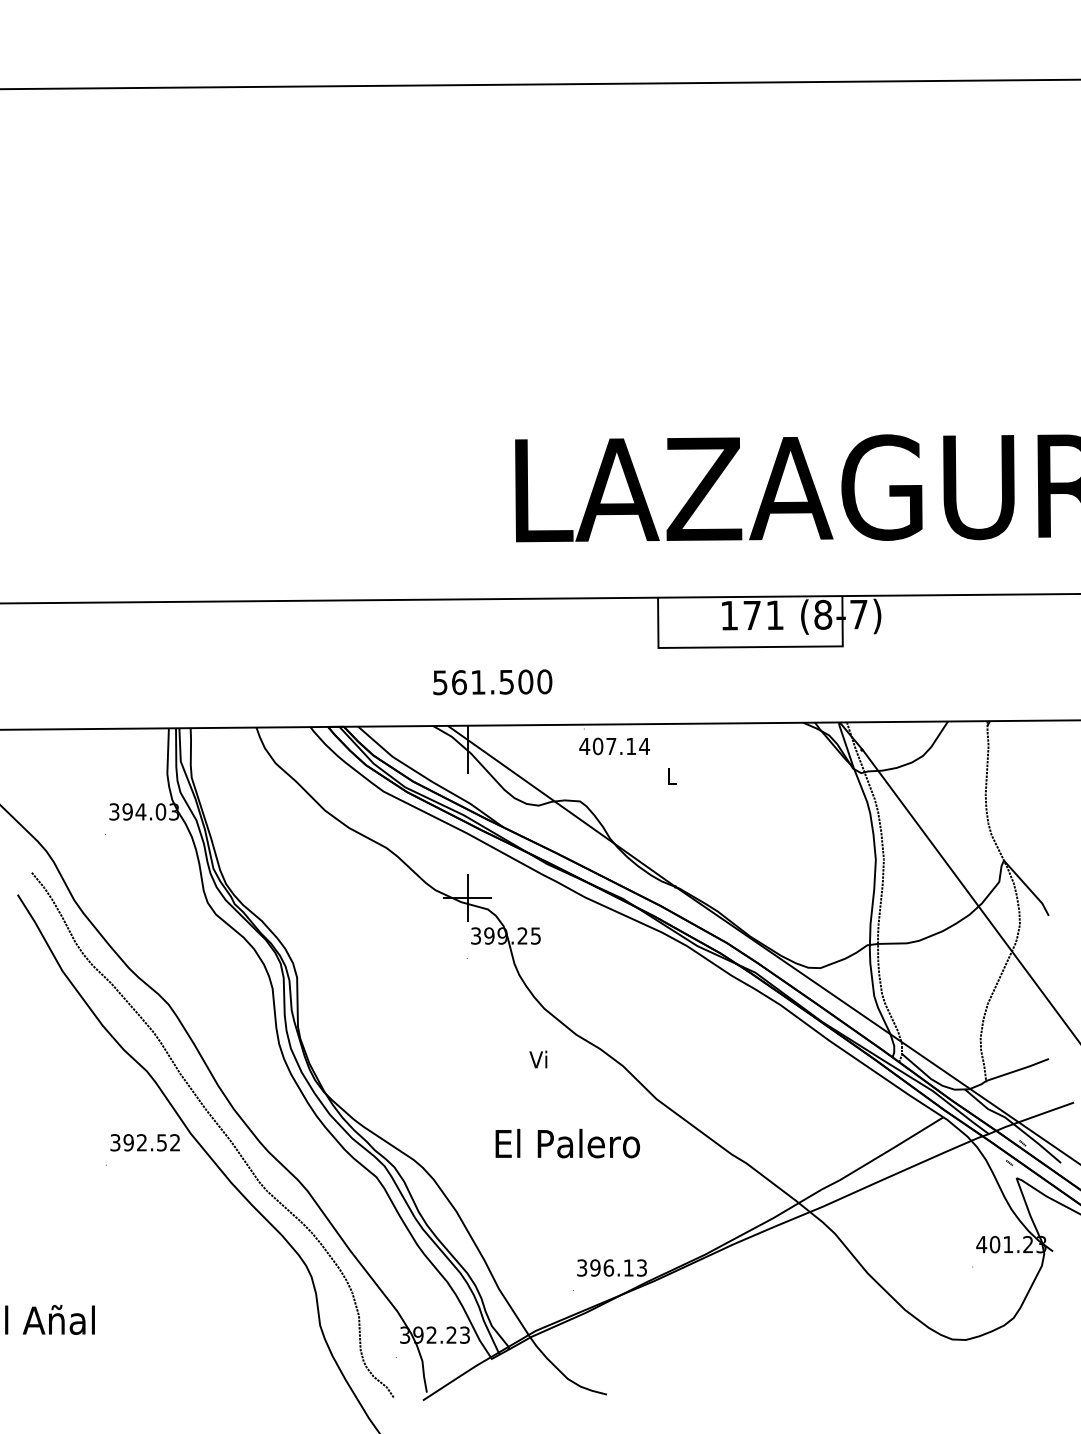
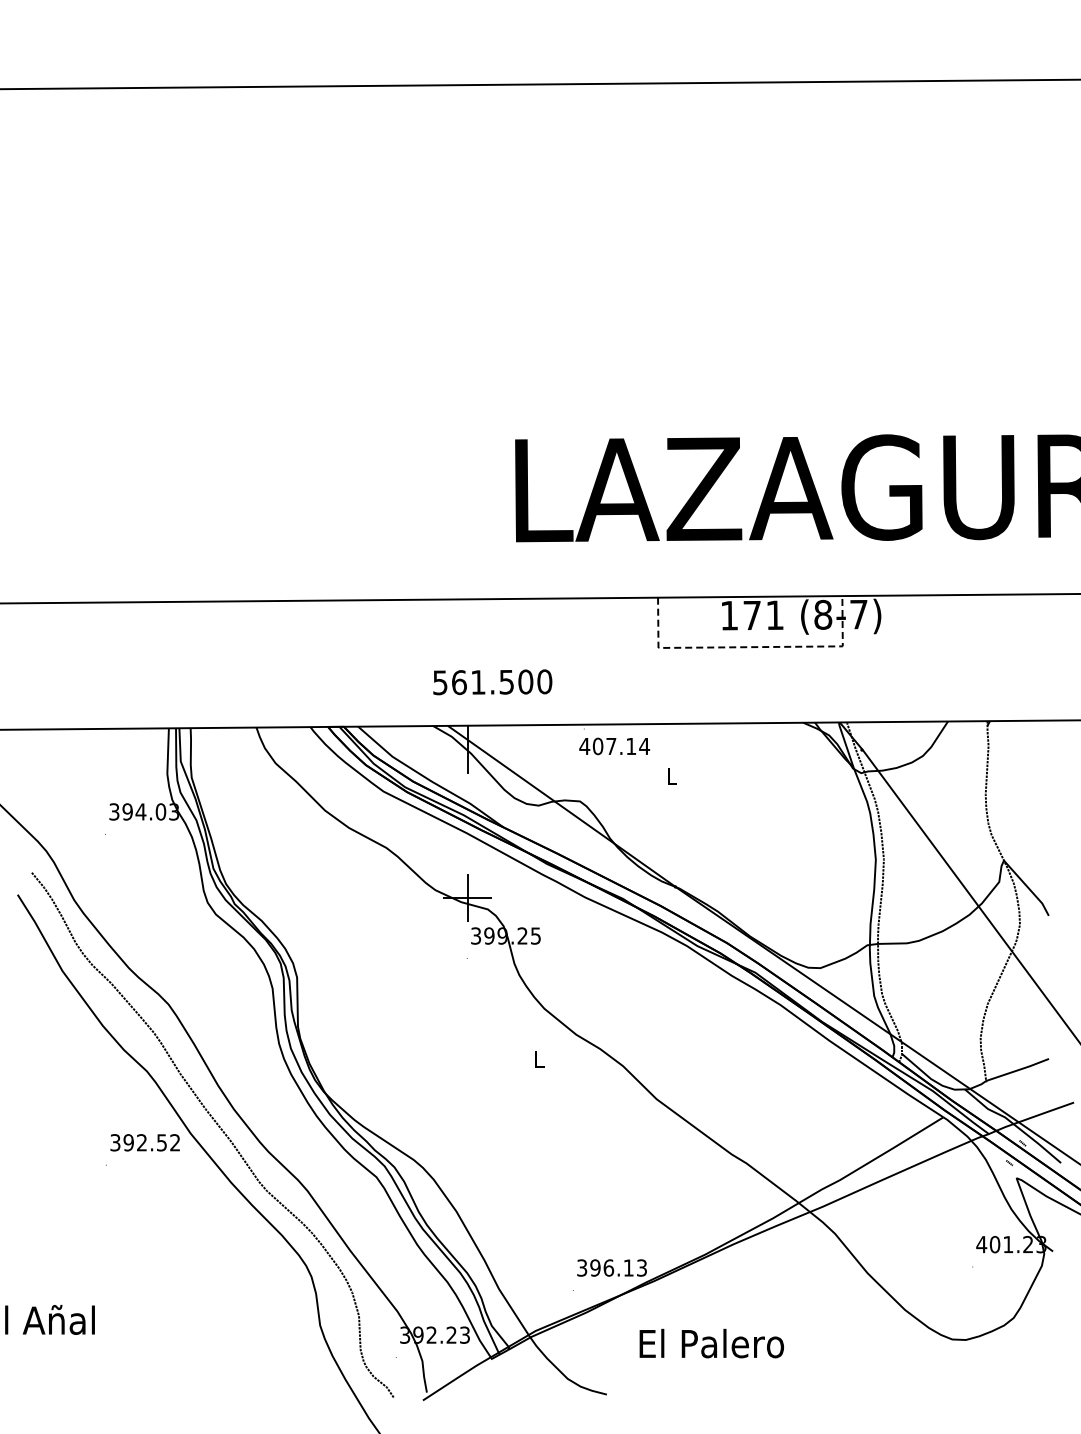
line at (751, 647): solid -> dashed
text at (538, 1059): Vi -> L
text at (567, 1143) position: (567, 1143) -> (711, 1343)
